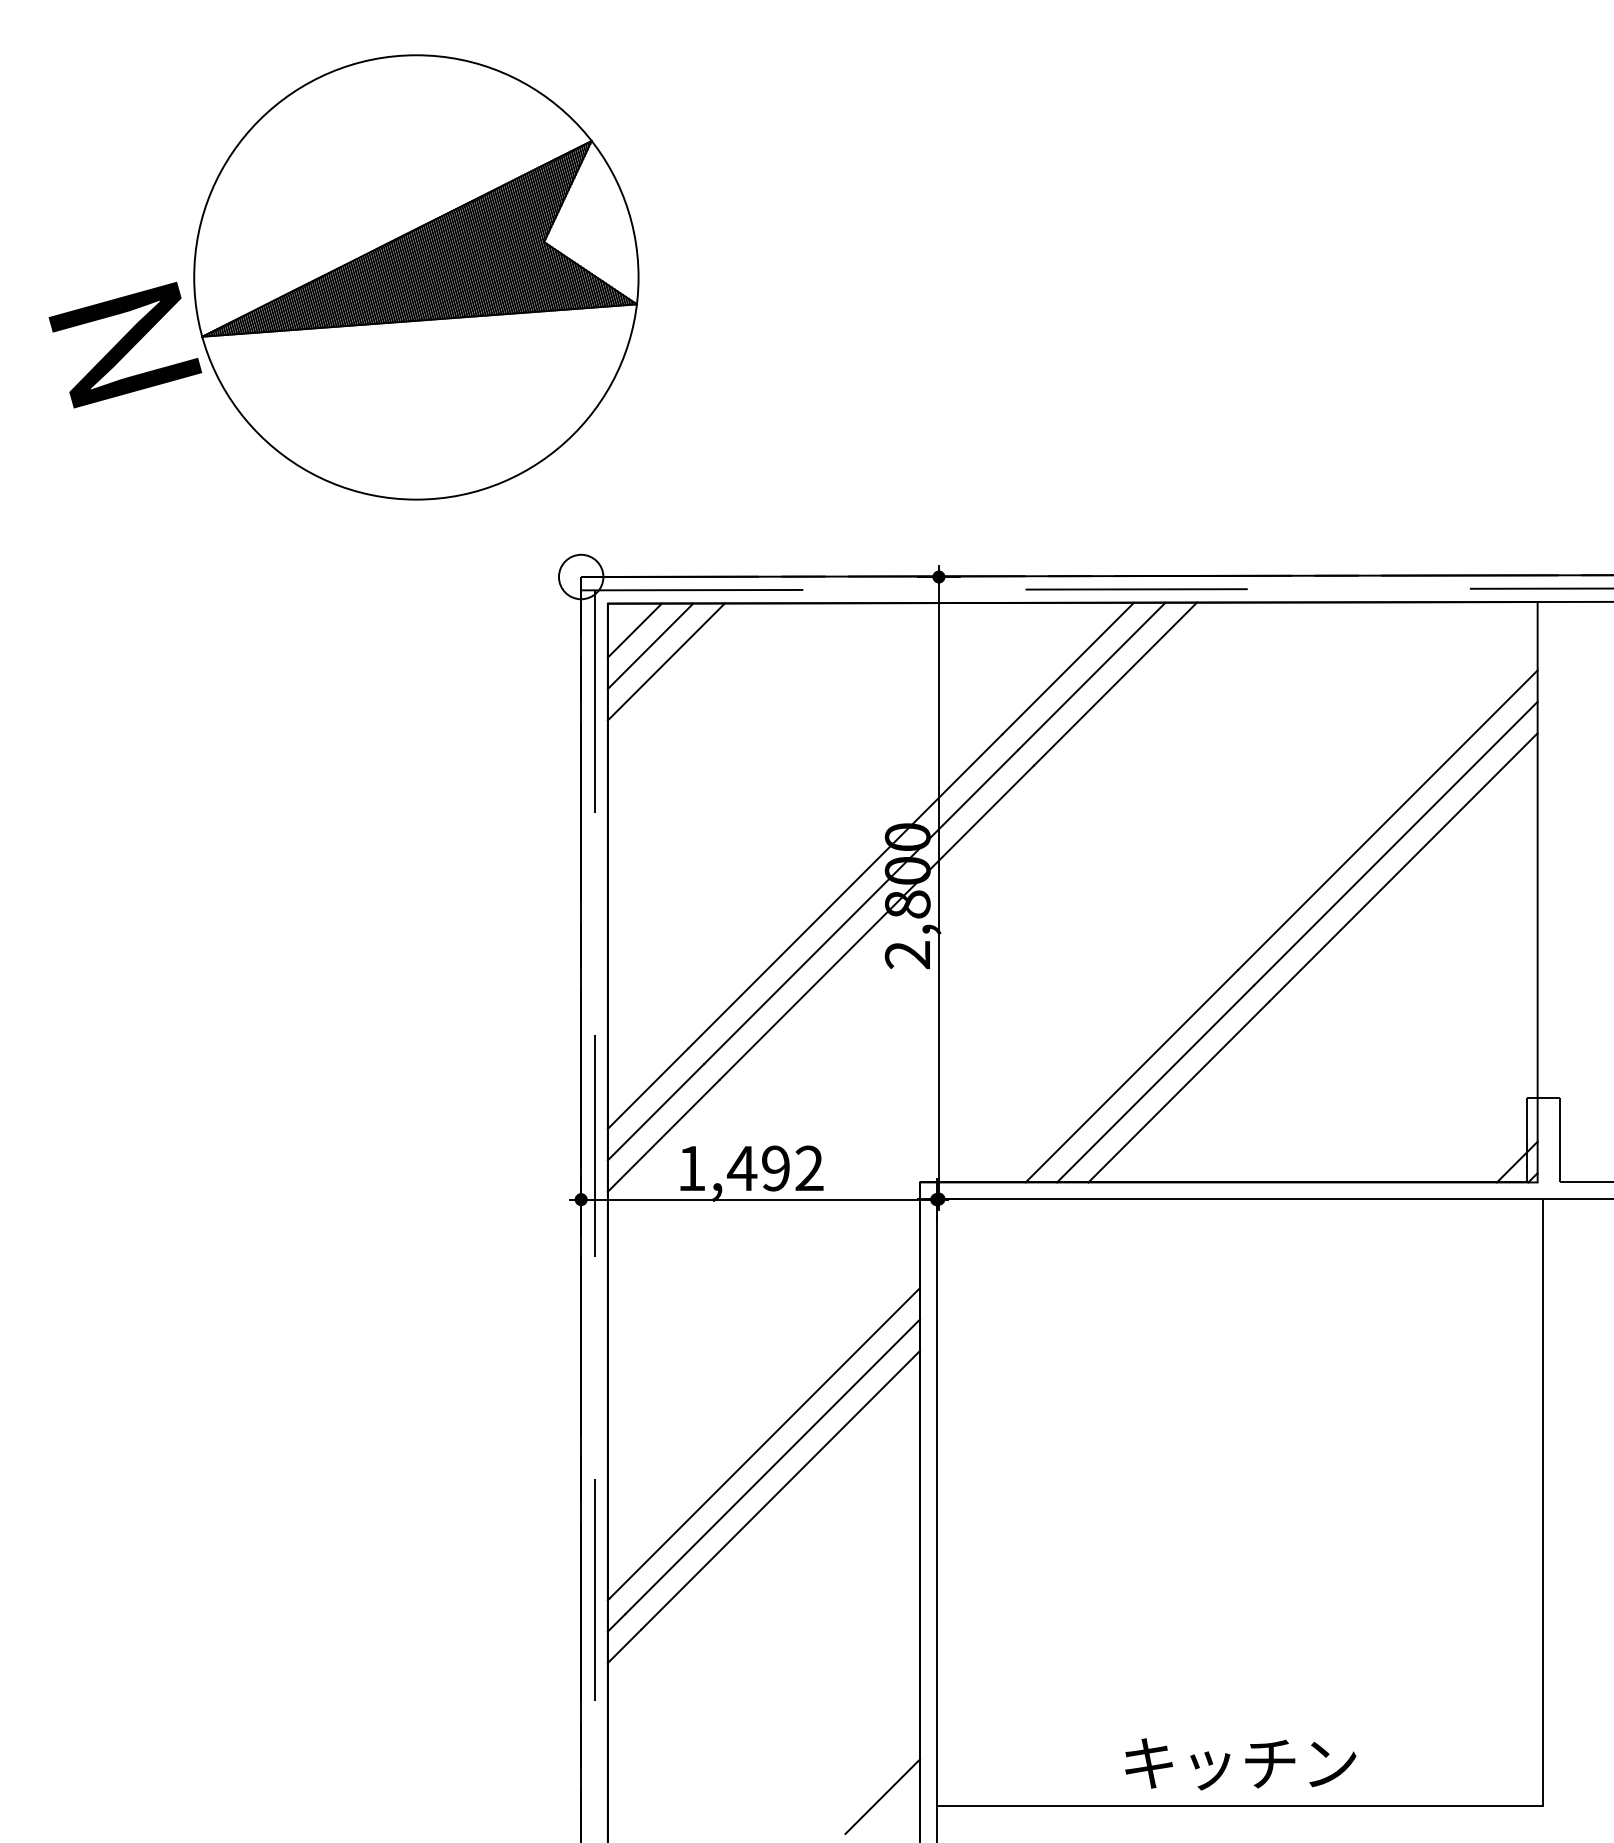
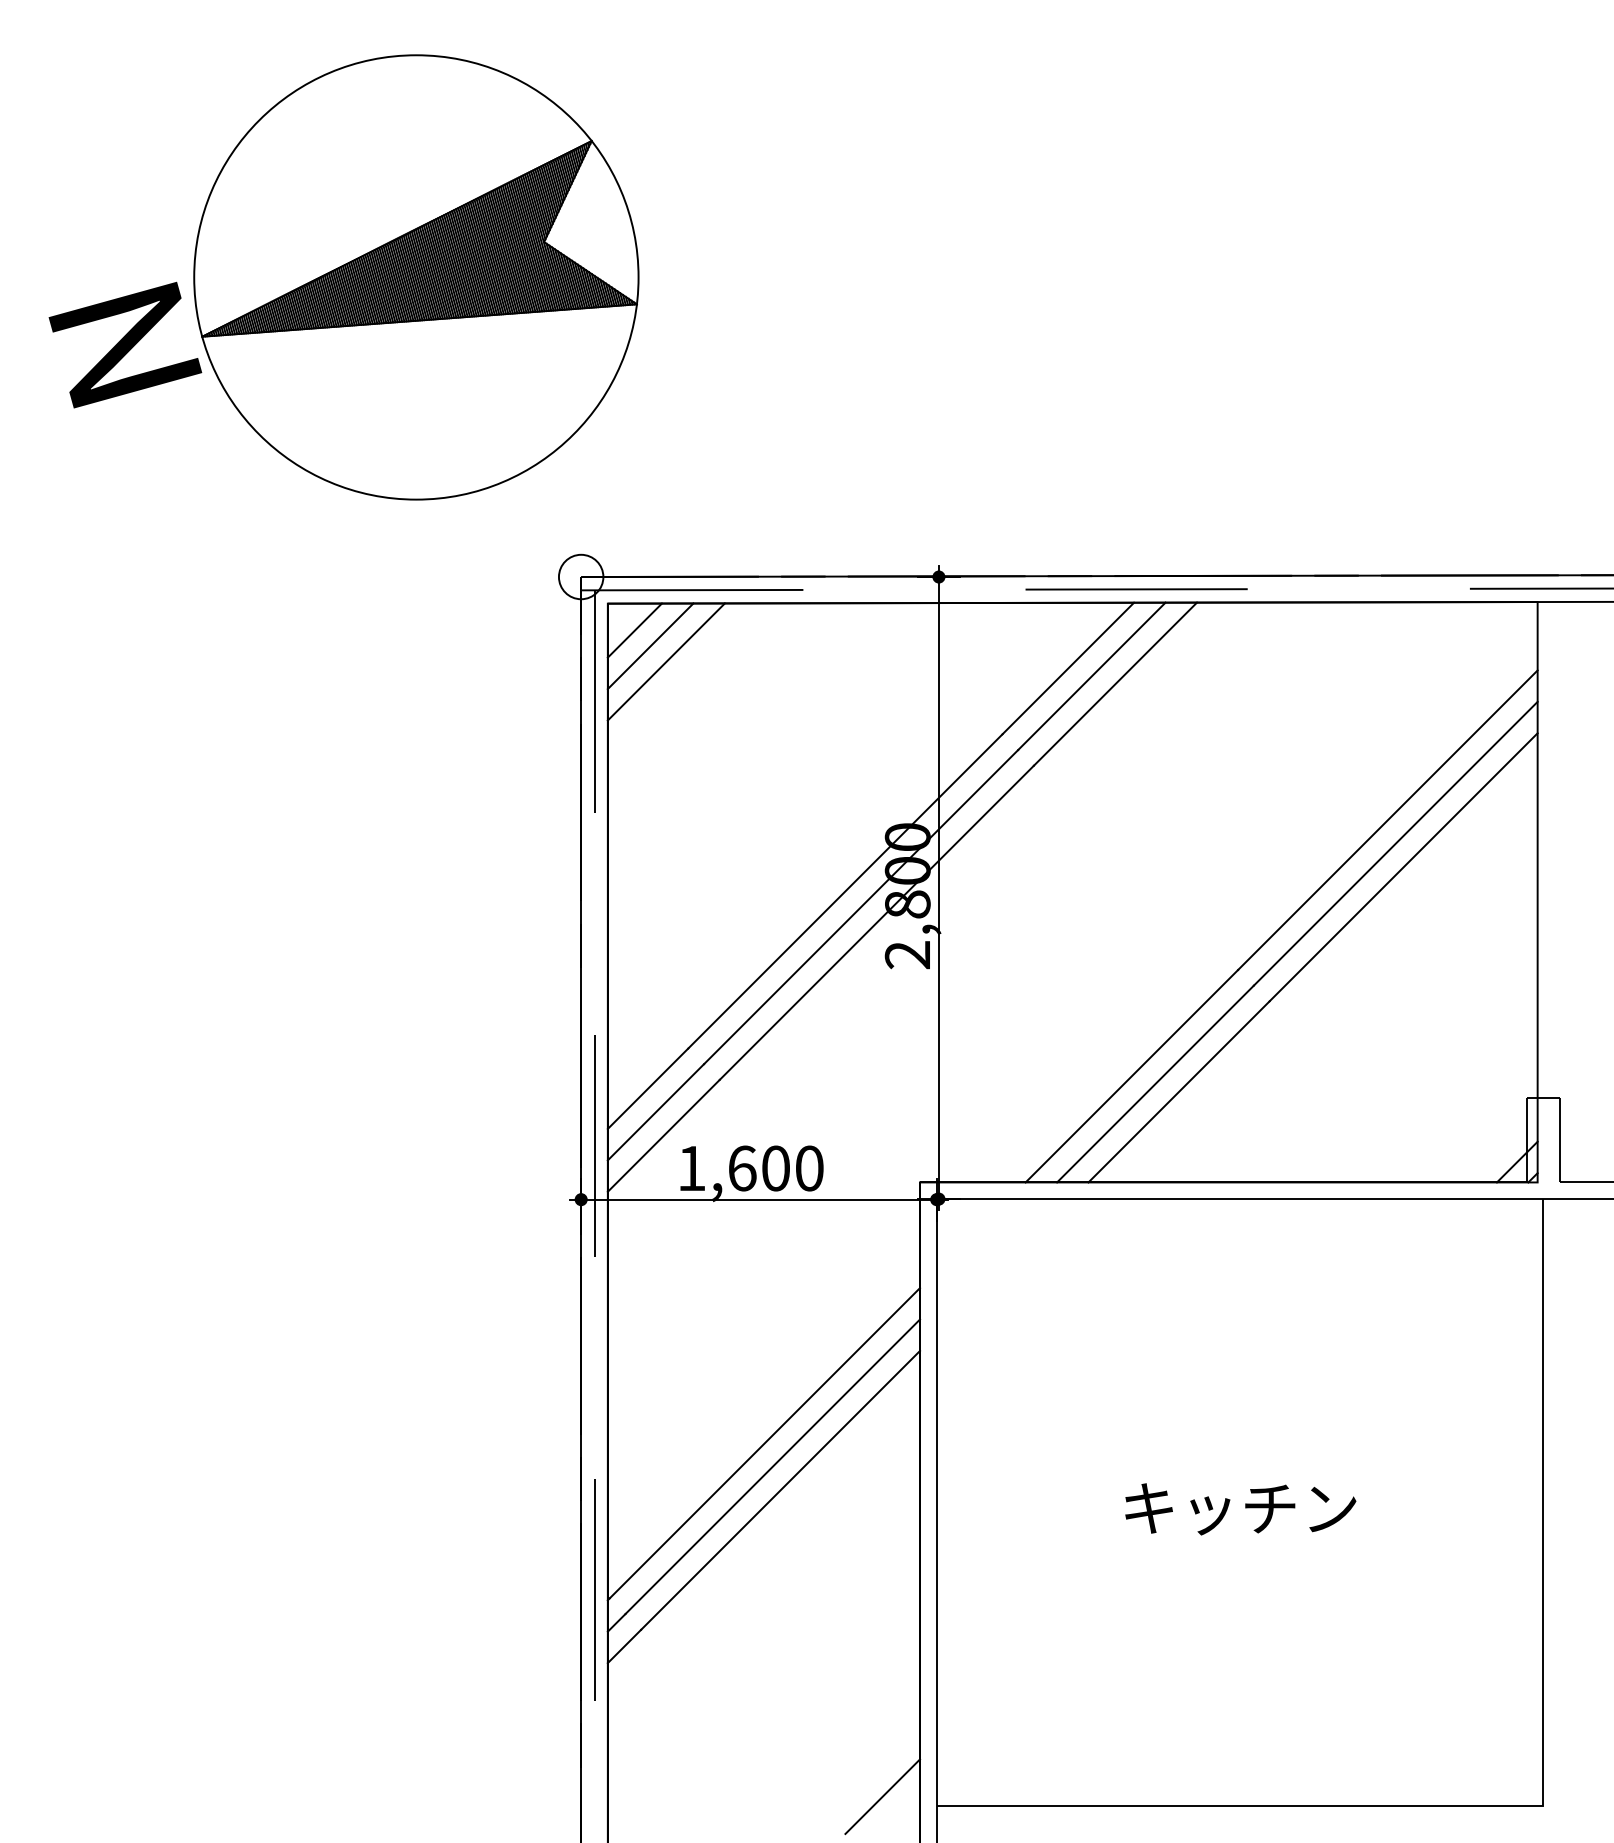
text at (775, 1168): 1,492 -> 1,600
text at (1240, 1764) position: (1240, 1764) -> (1240, 1509)
